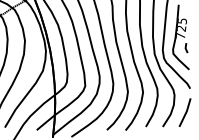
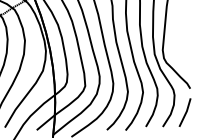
part at (180, 37): present -> none
